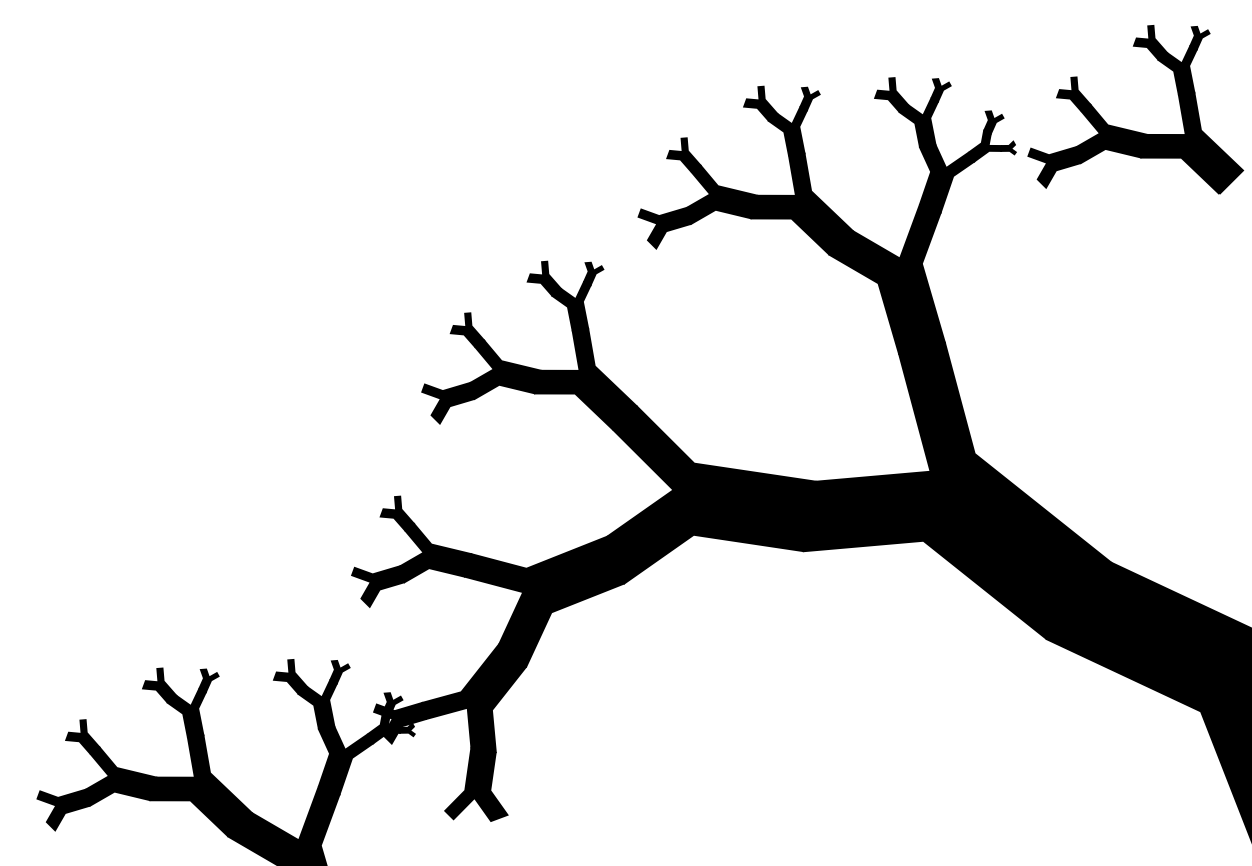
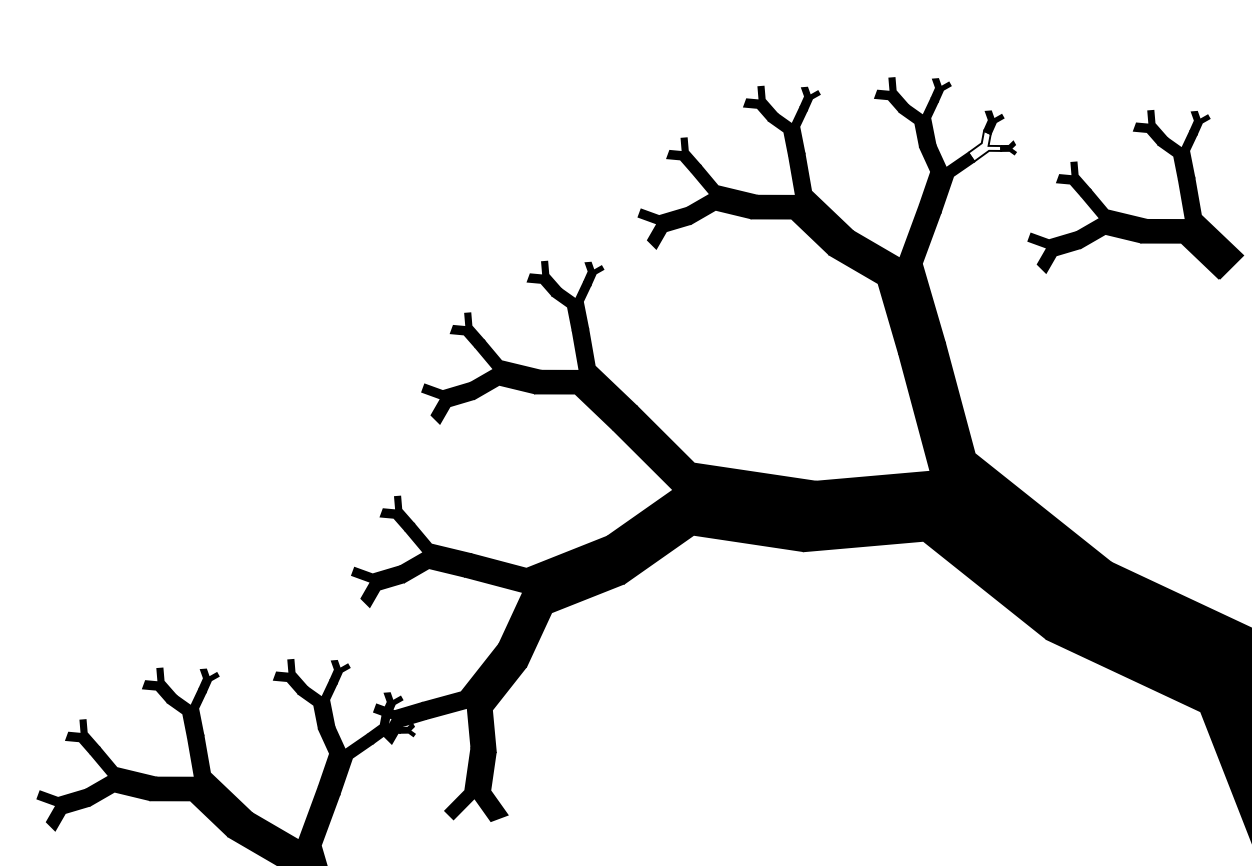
part at (1130, 129) position: (1130, 129) -> (1130, 214)
fill at (984, 145): present -> none
